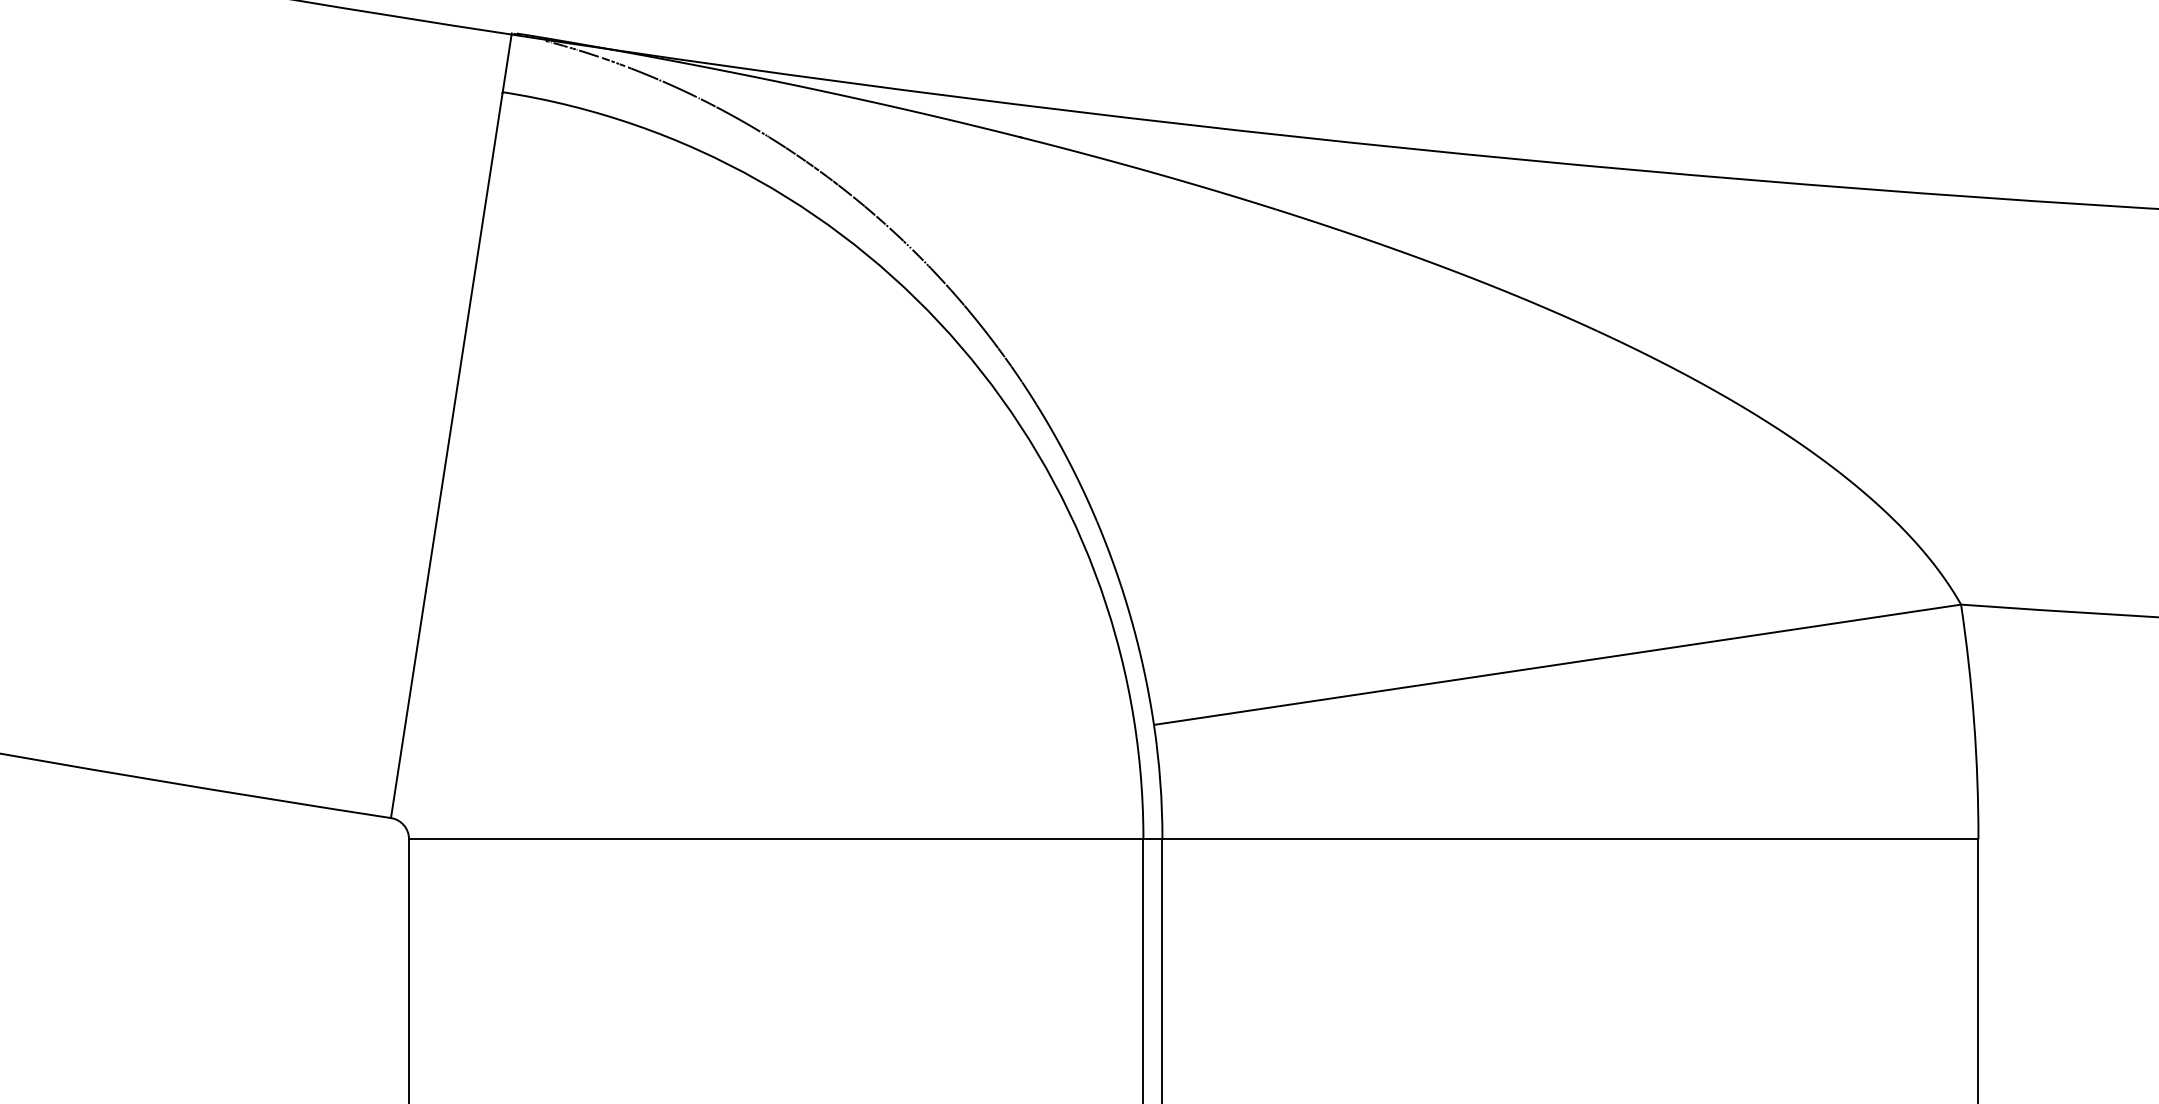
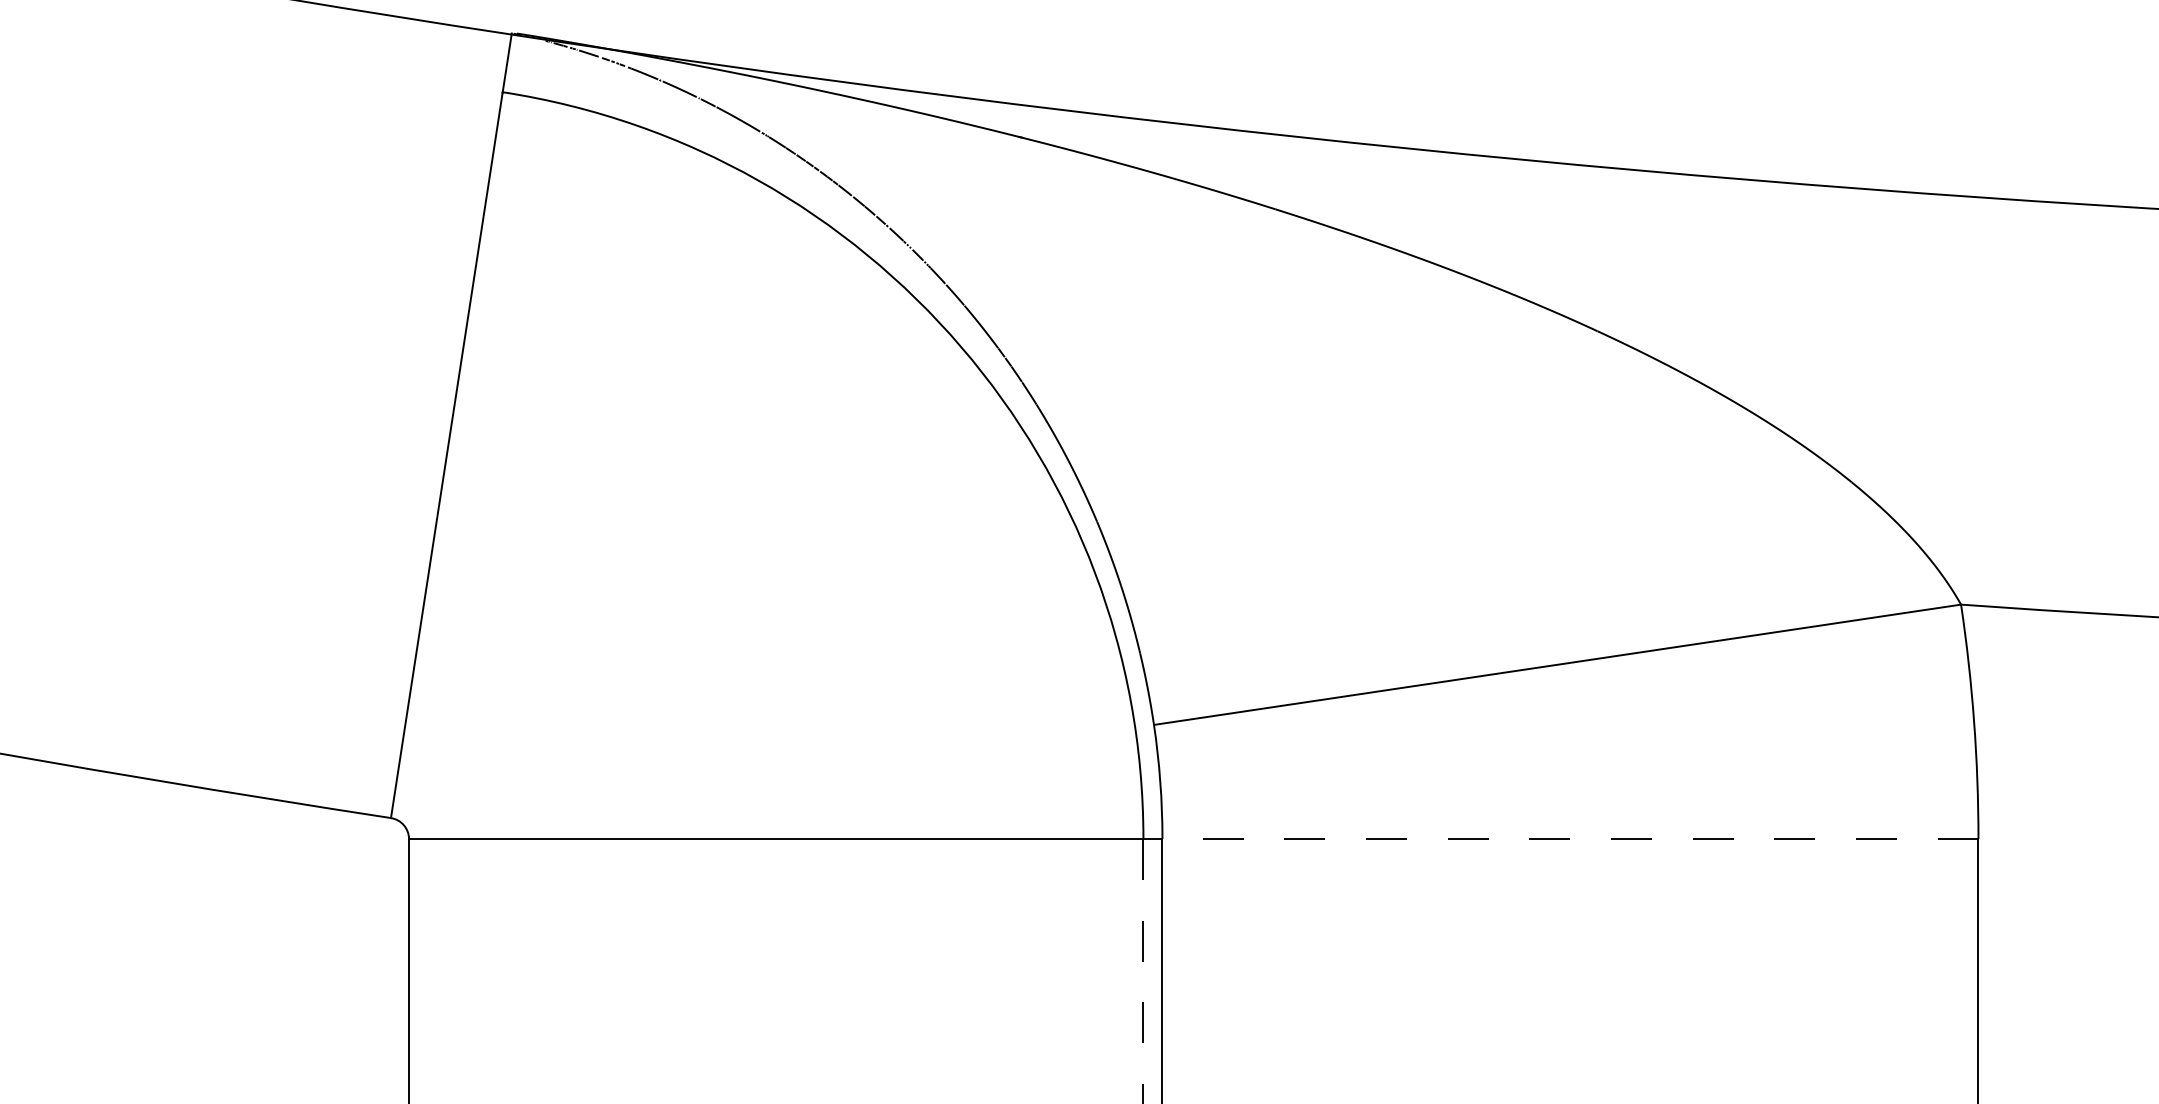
line at (1569, 839): solid -> dashed
line at (1143, 971): solid -> dashed
